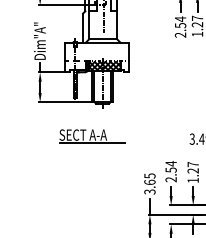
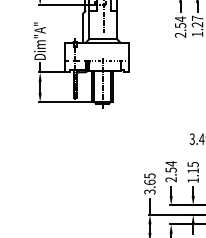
hatch at (104, 65): present -> none
part at (92, 136): present -> none
text at (192, 167): 1.27 -> 1.15
